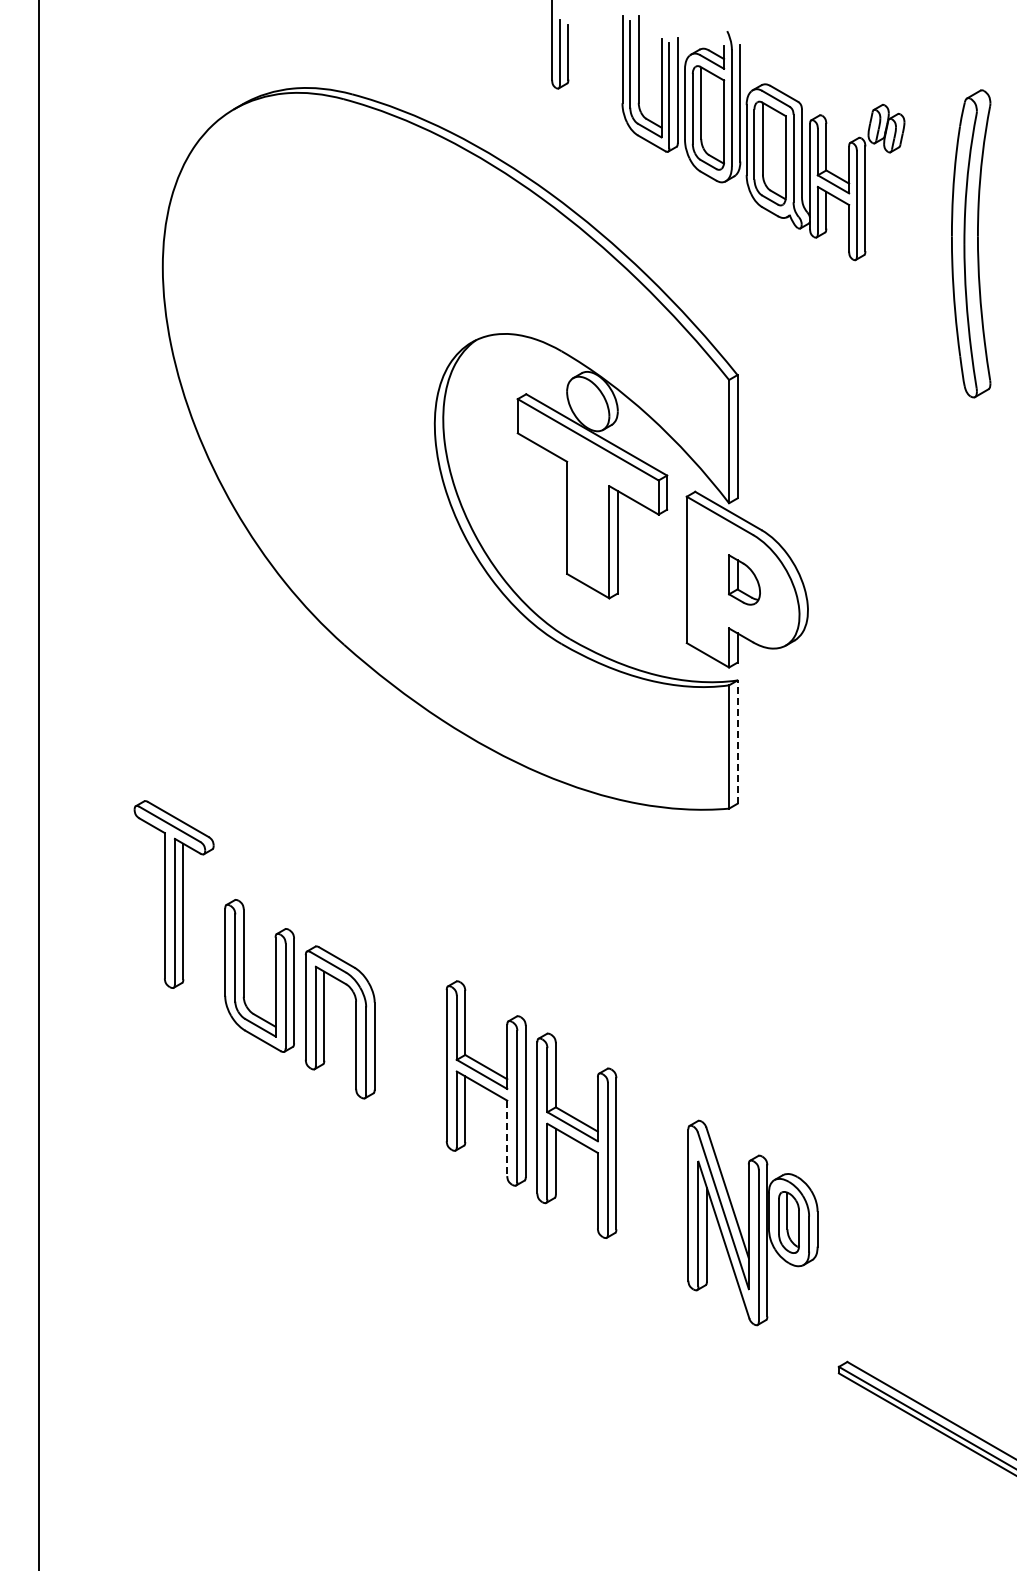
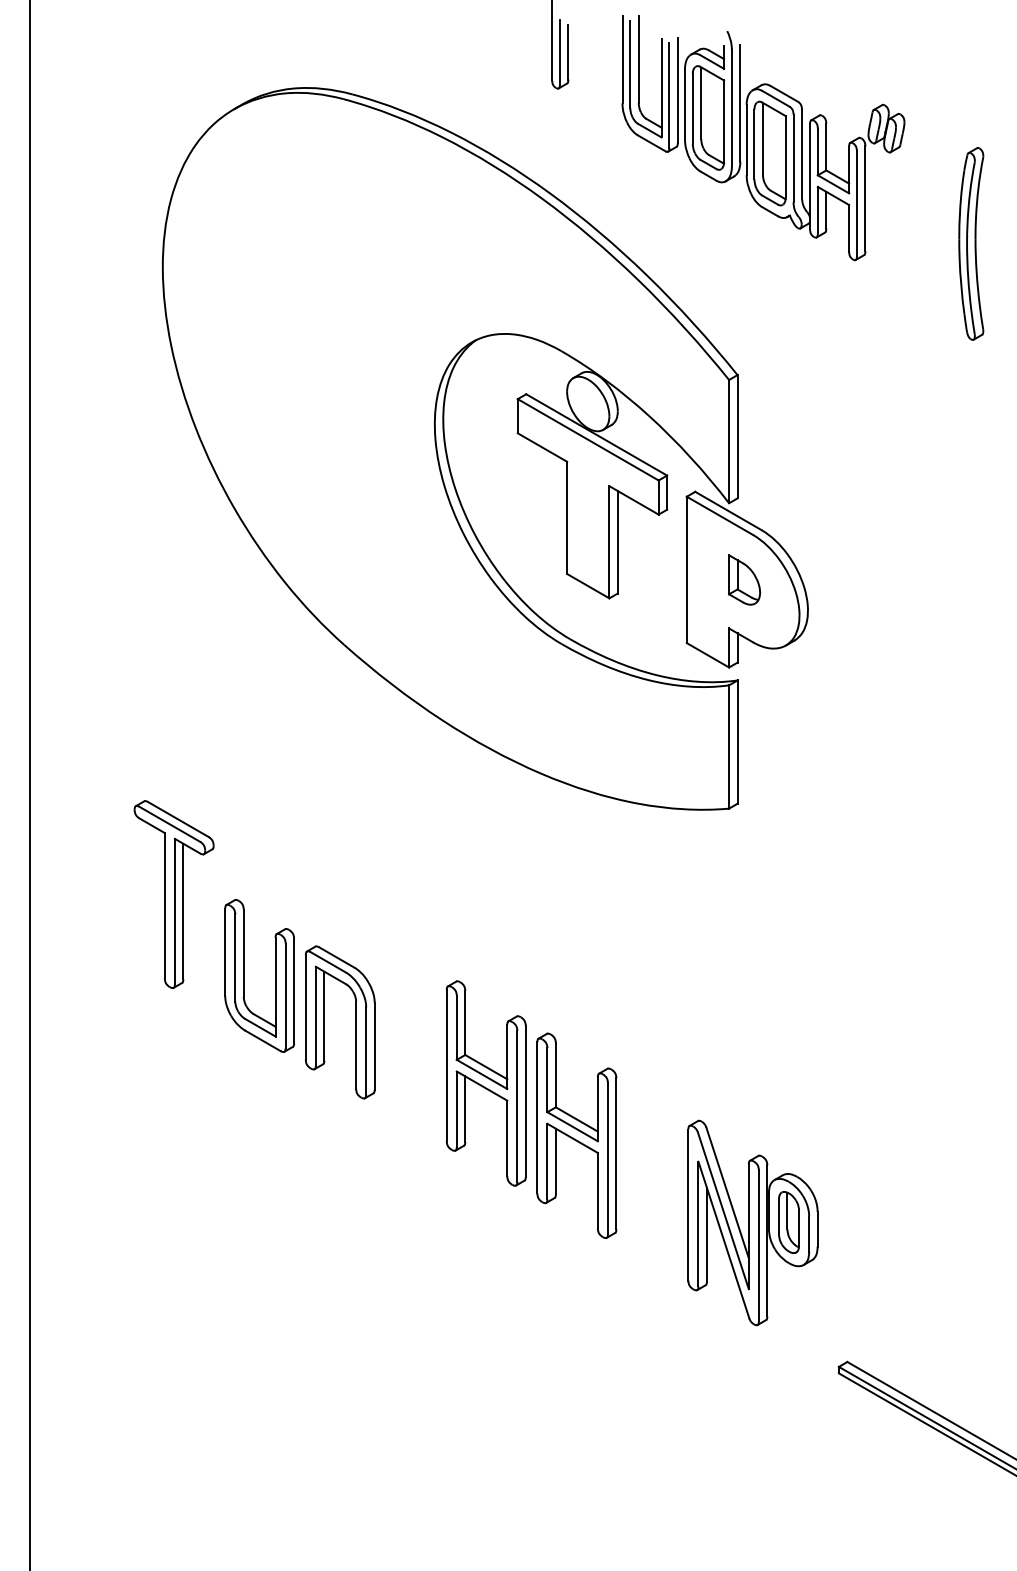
part at (971, 243) size: 41x310 px -> 27x194 px
line at (737, 742): dashed -> solid
line at (39, 784) position: (39, 784) -> (30, 784)
line at (507, 1138): dashed -> solid
